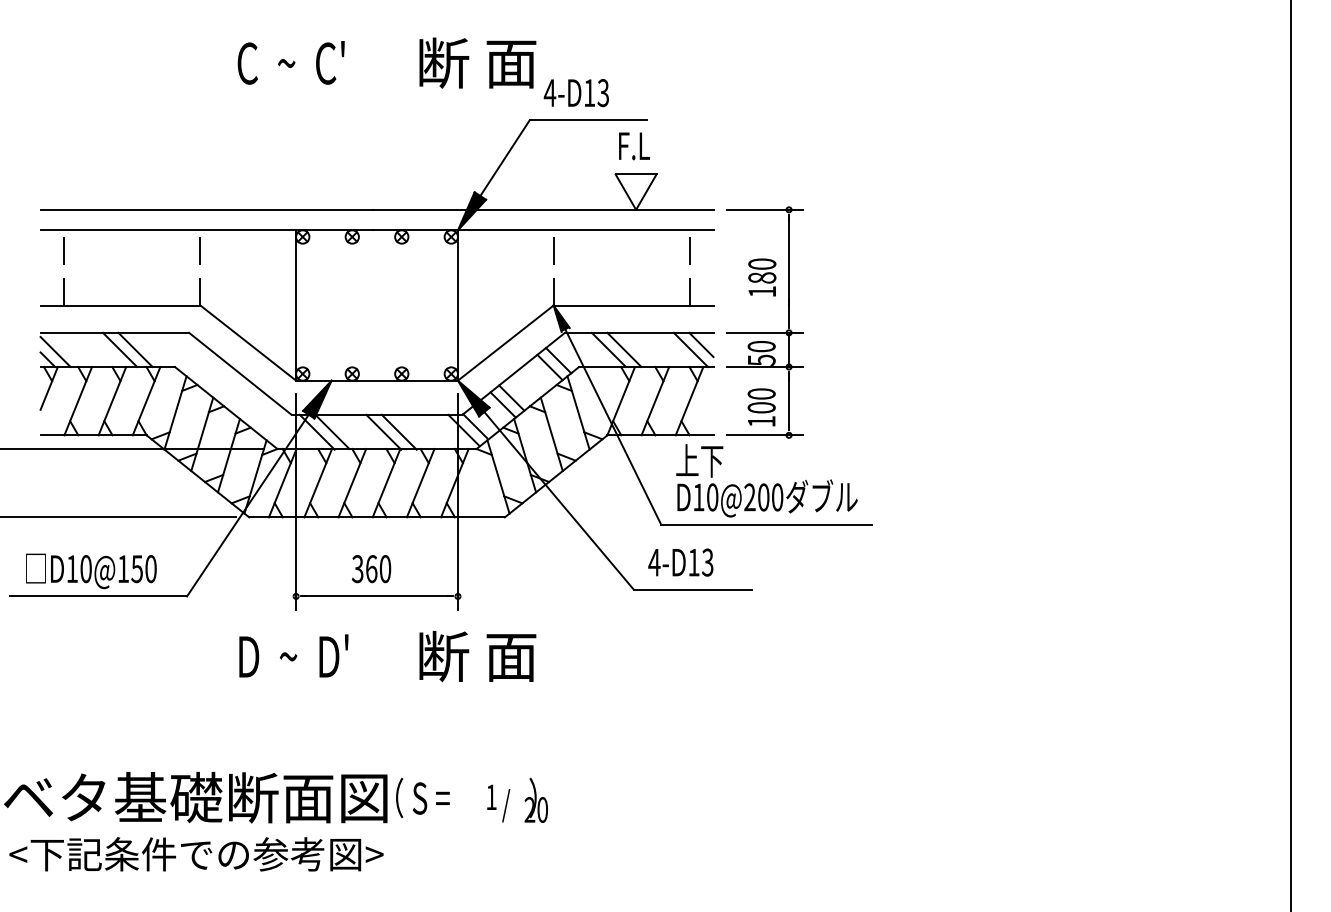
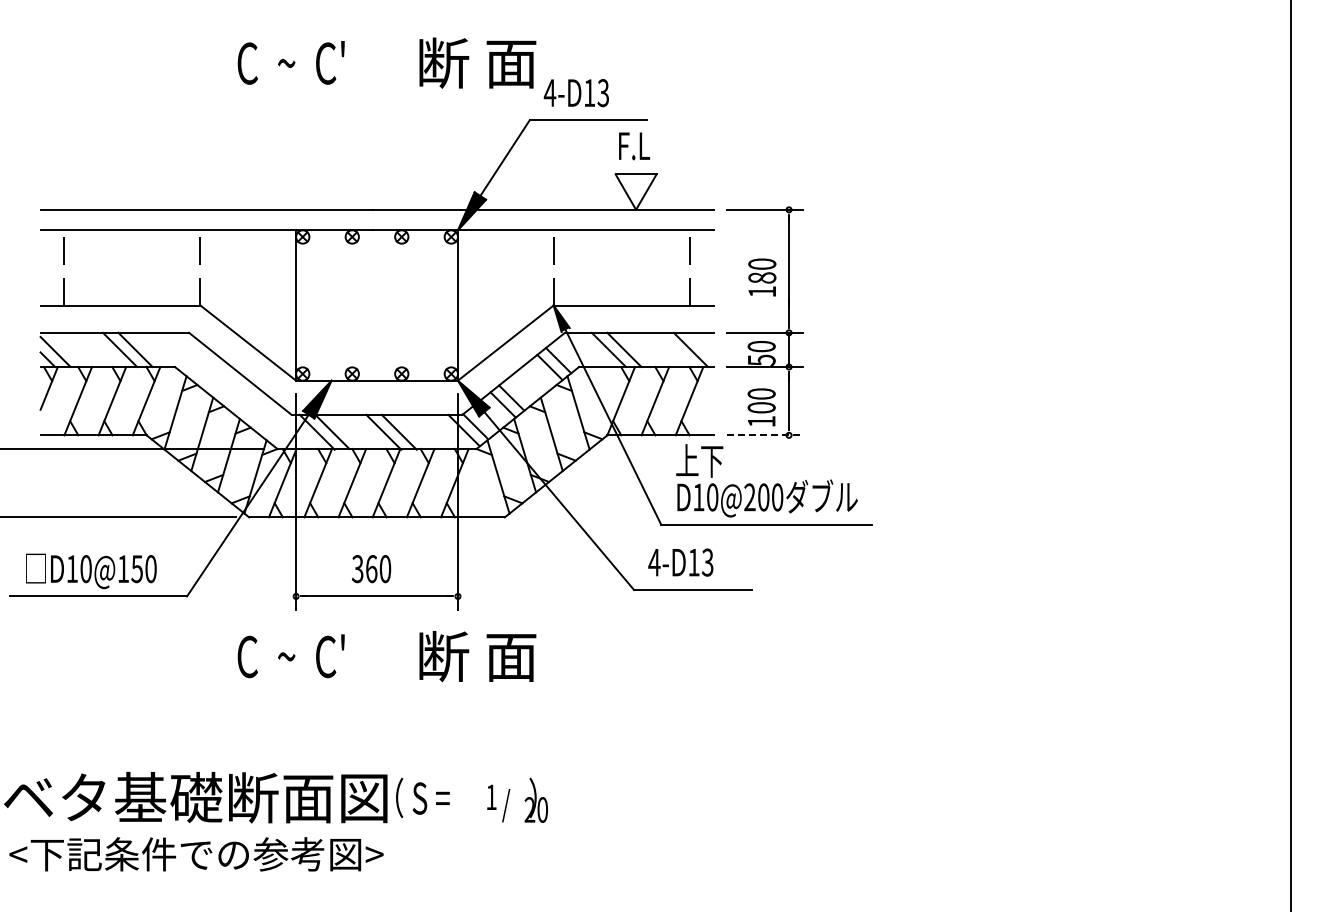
line at (701, 344): present -> none
line at (764, 435): solid -> dashed
text at (292, 656): D  ~  D' -> C  ~  C'
